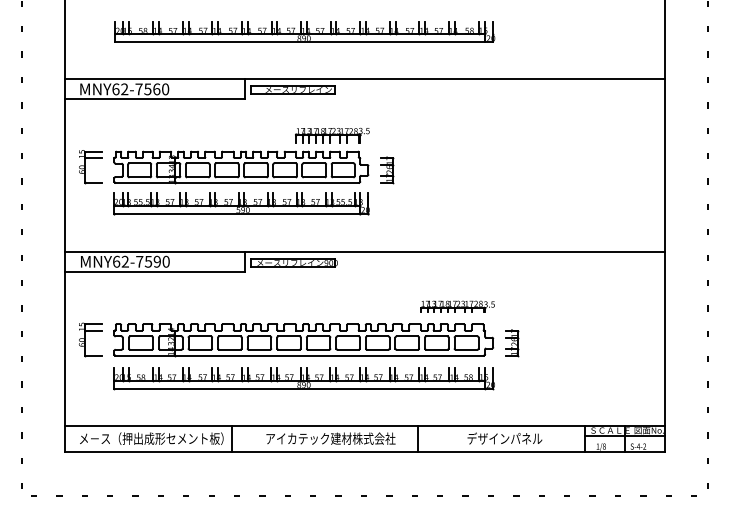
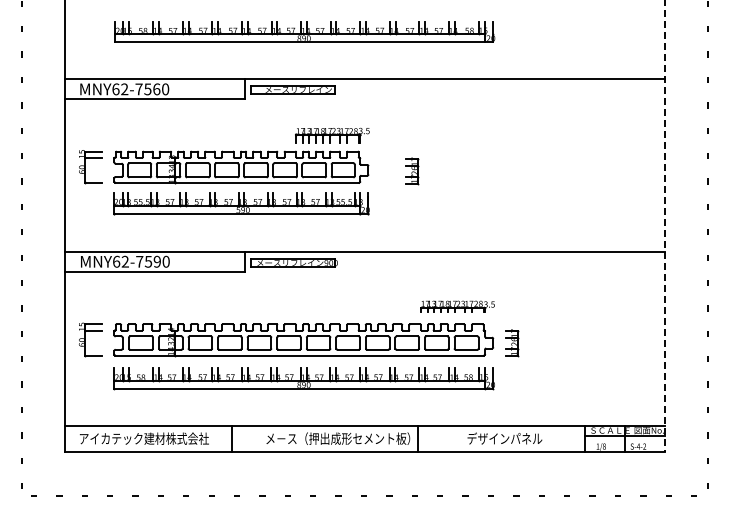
part at (387, 170) position: (387, 170) -> (412, 171)
line at (664, 226): solid -> dashed
text at (151, 438): メ－ス（押出成形セメント板） -> アイカテック建材株式会社
text at (338, 438): アイカテック建材株式会社 -> メ－ス（押出成形セメント板）
